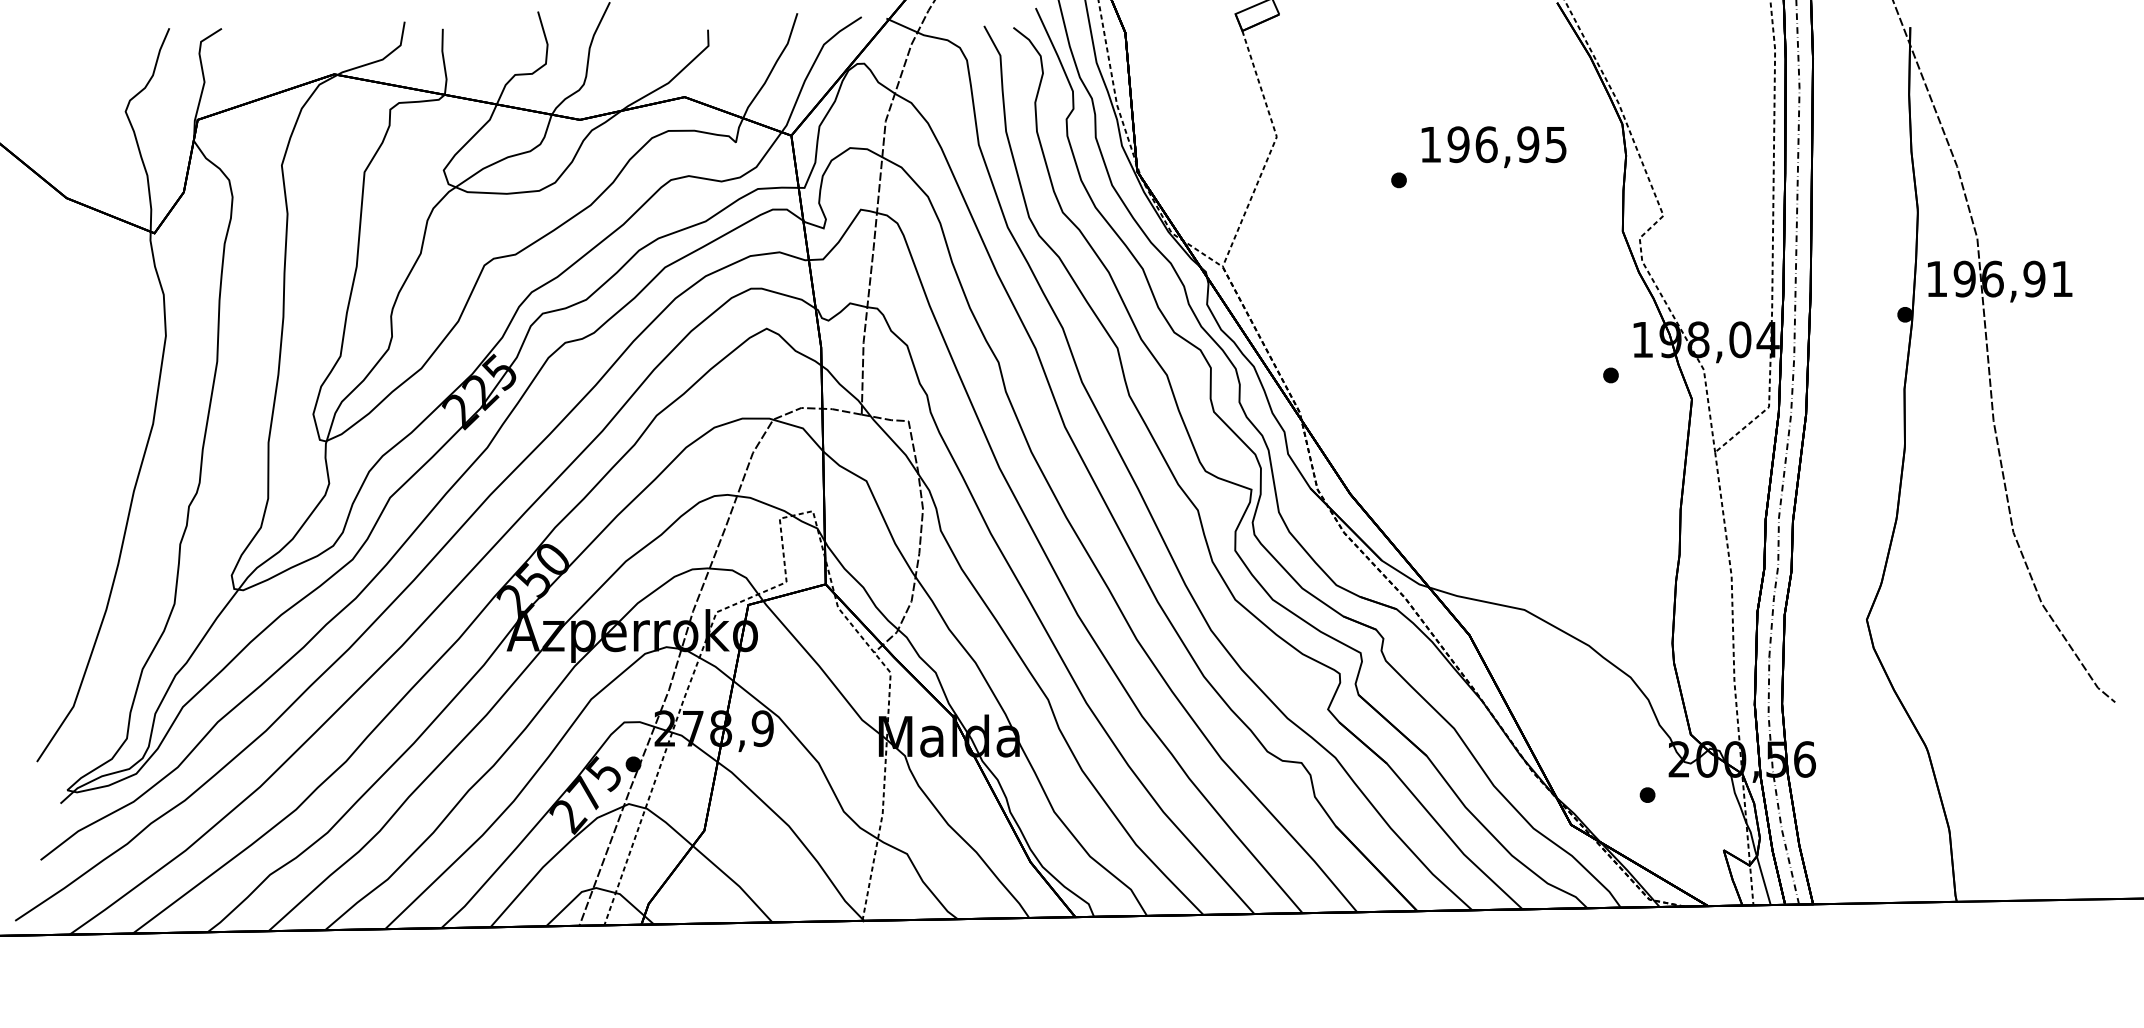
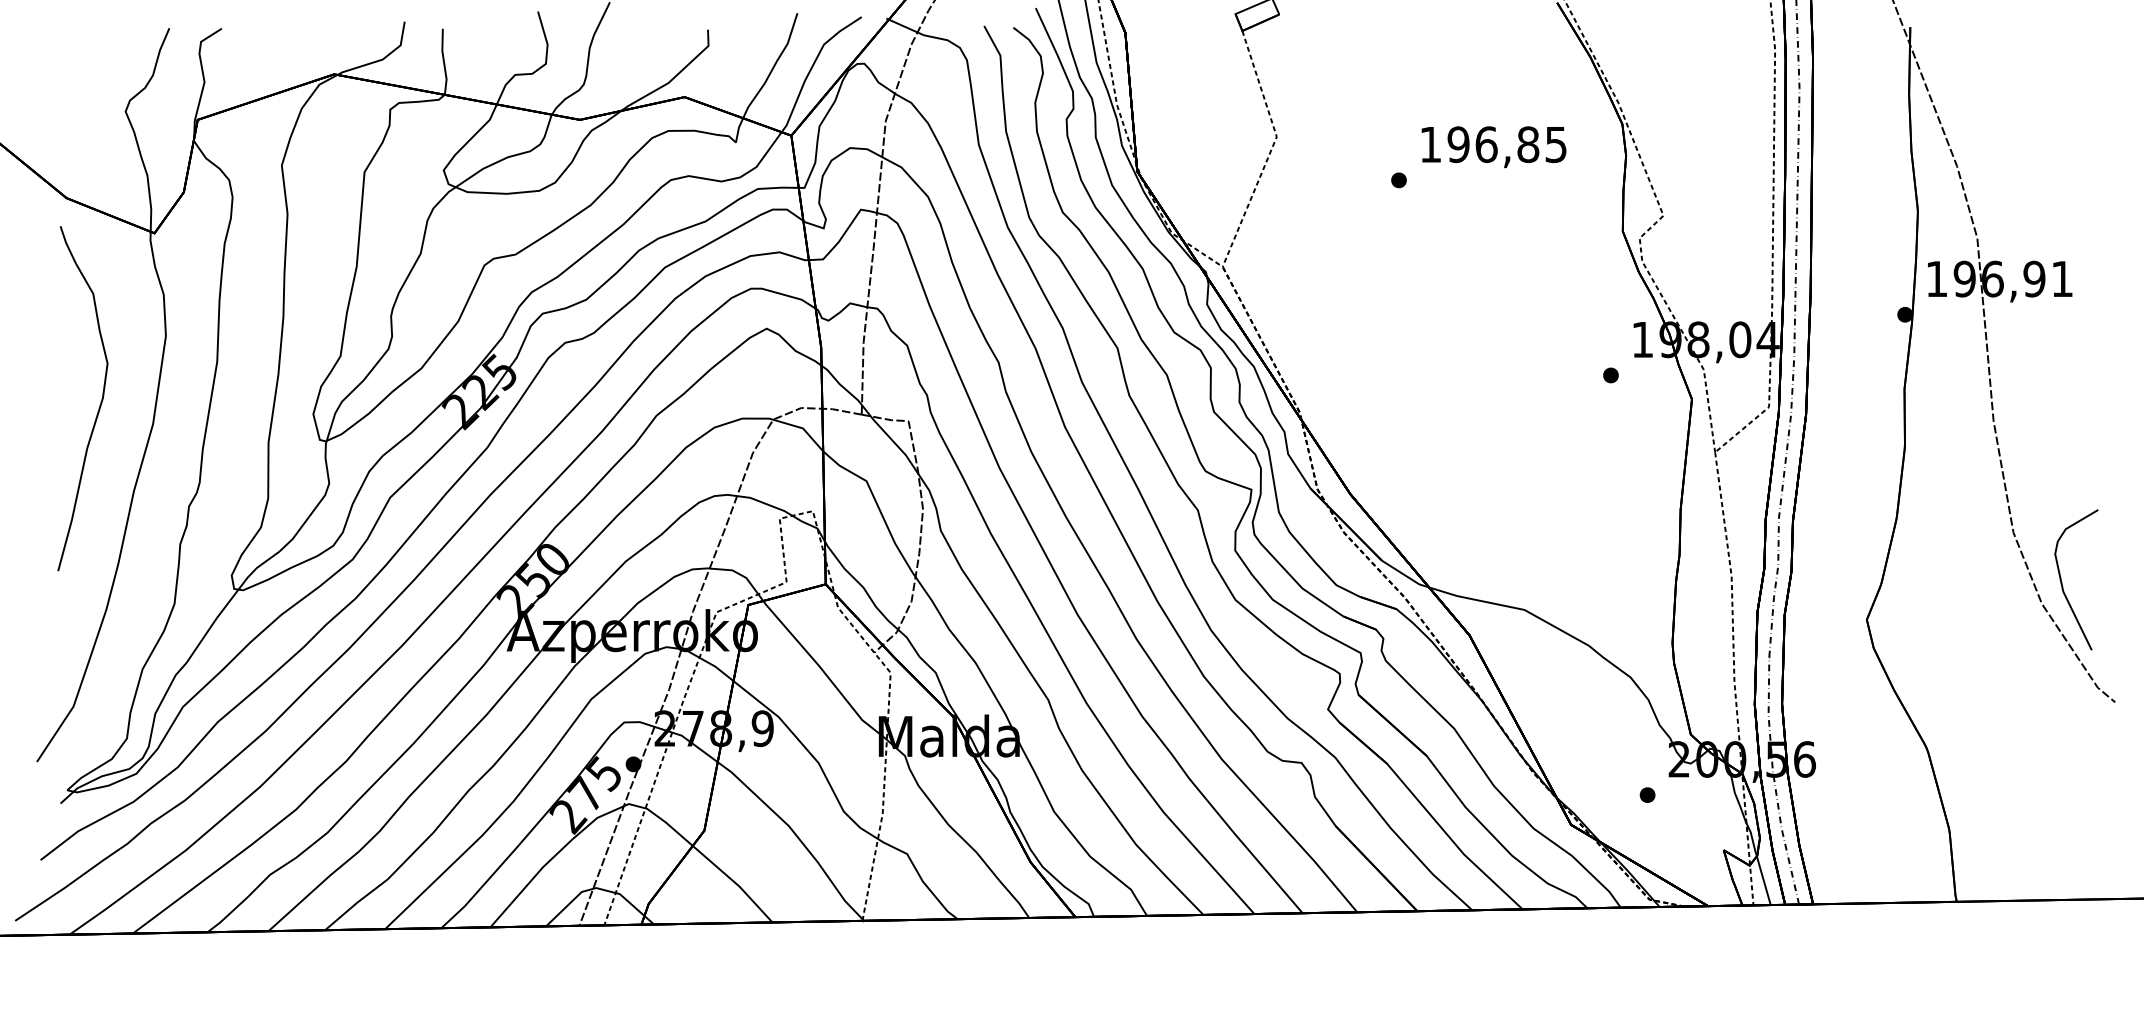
text at (1528, 144): 196,95 -> 196,85
curve at (100, 401): none -> present
curve at (2062, 582): none -> present
